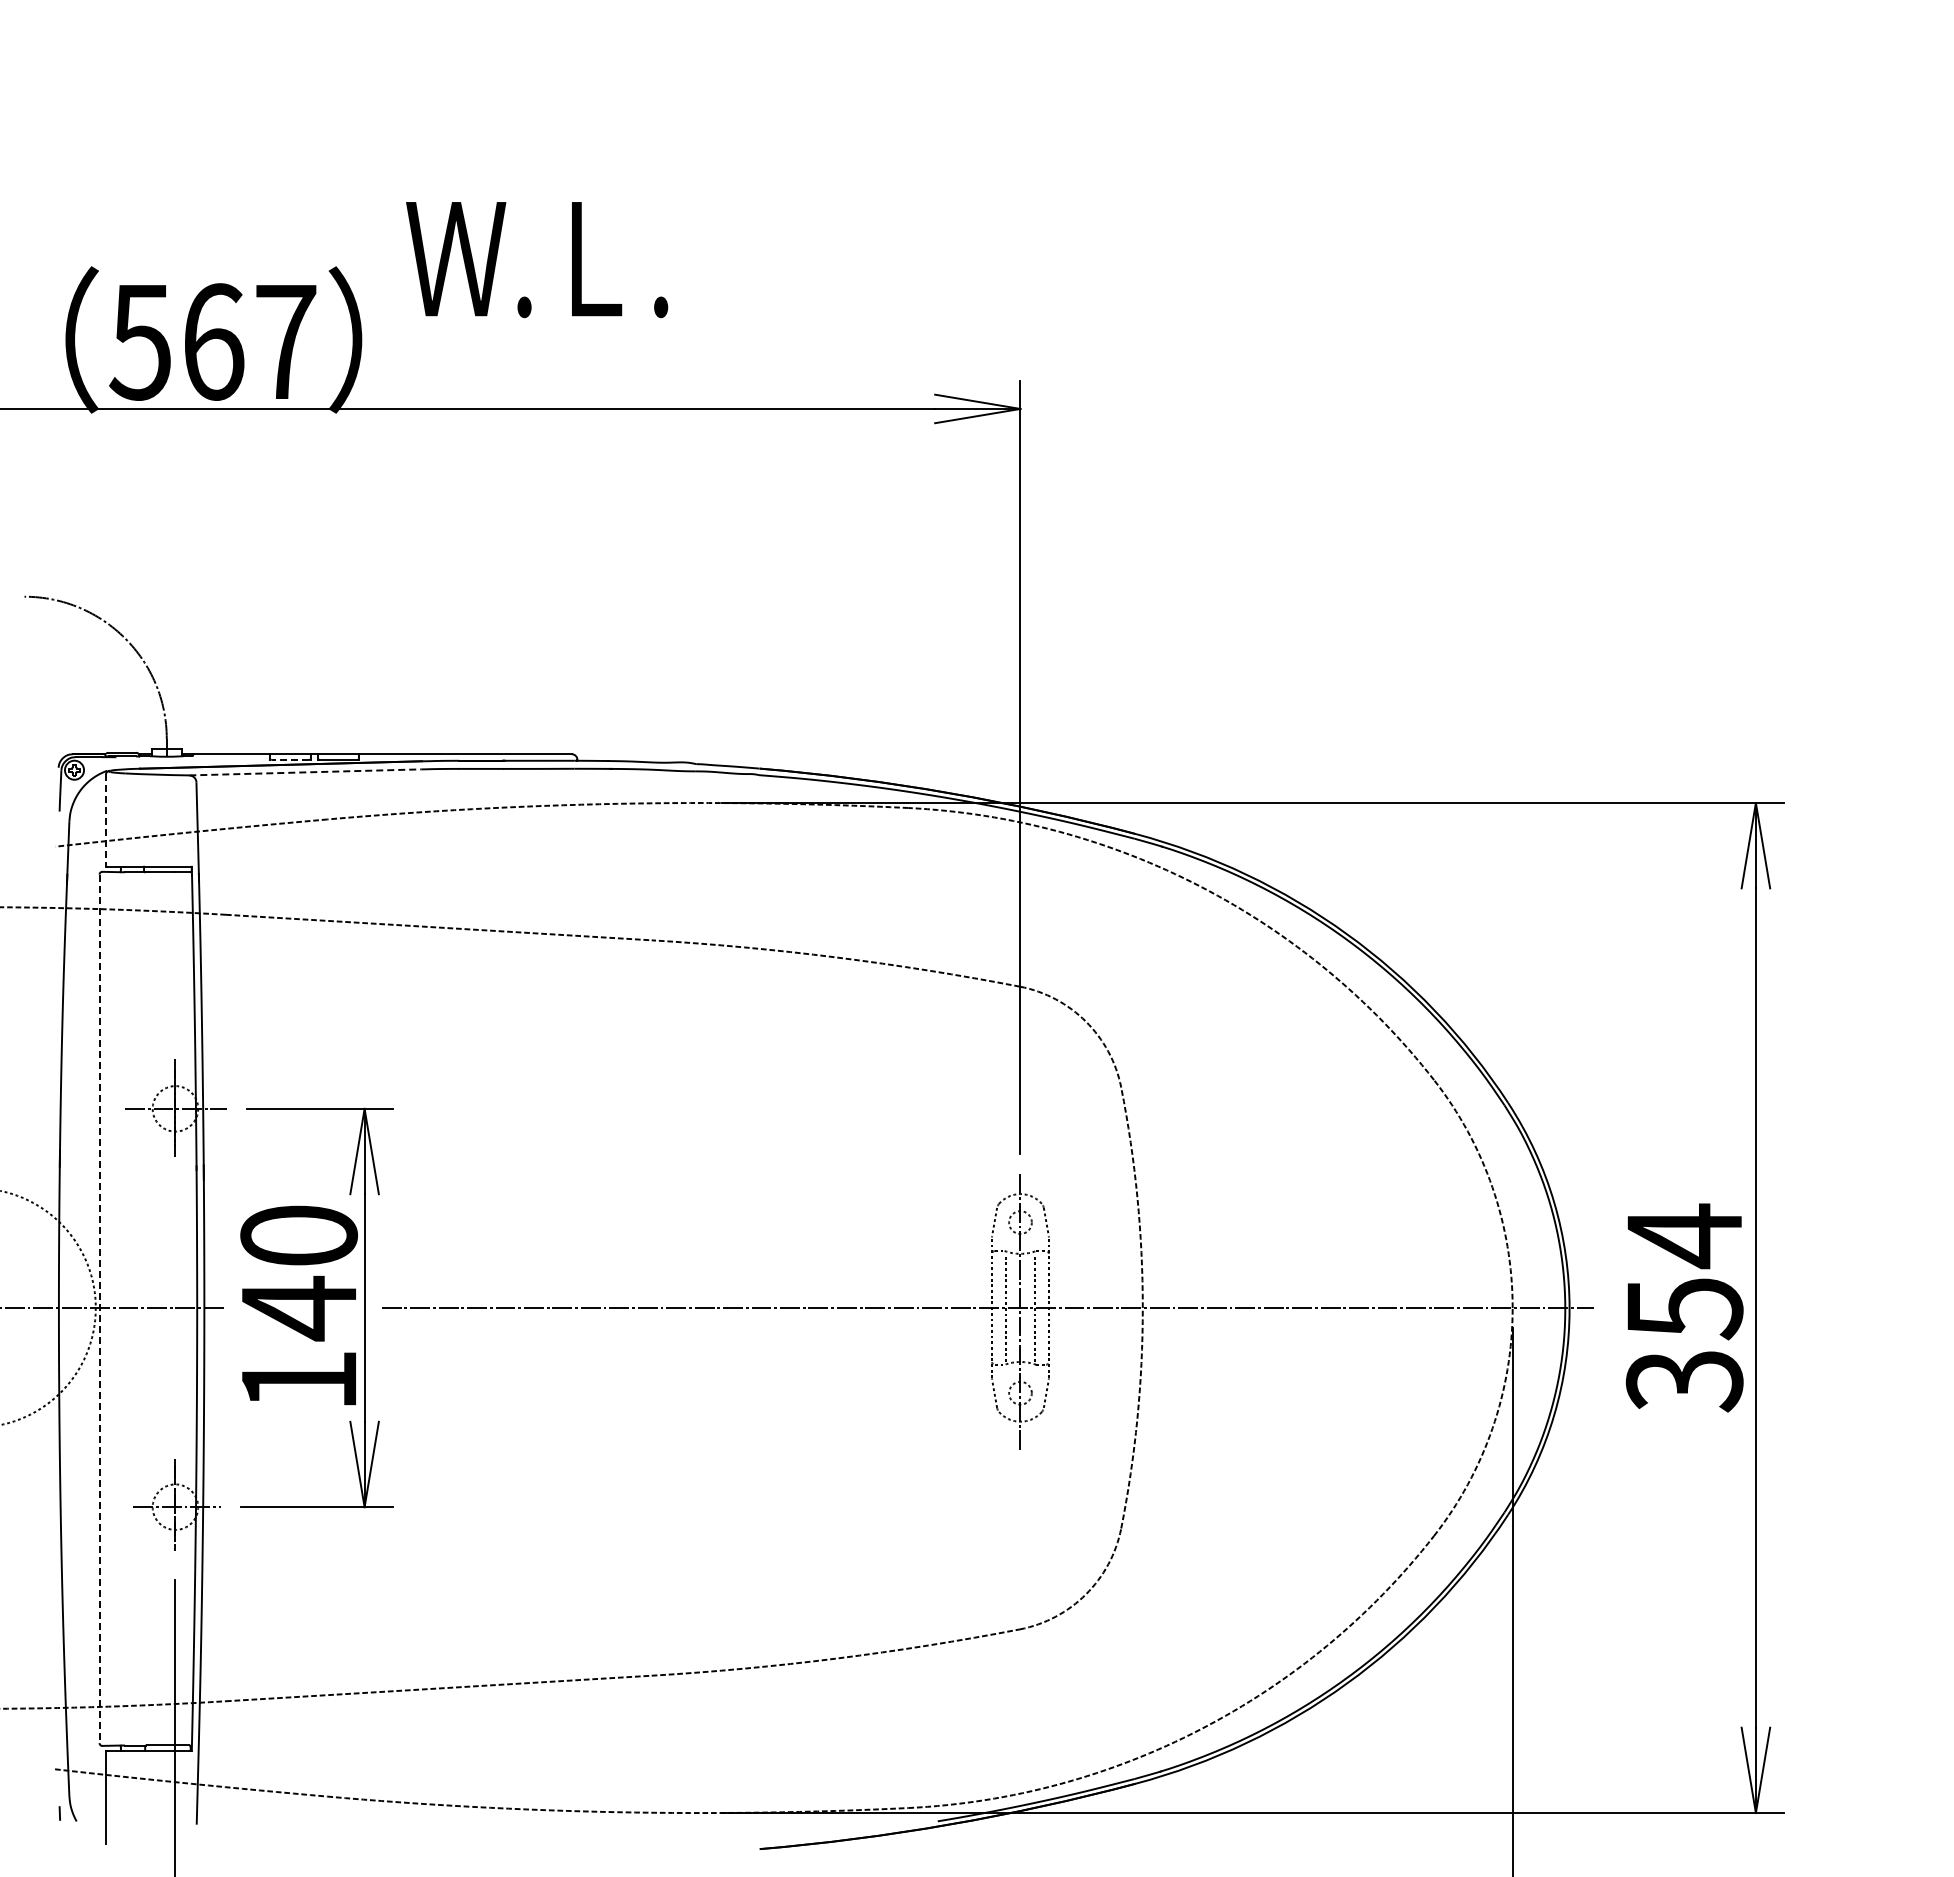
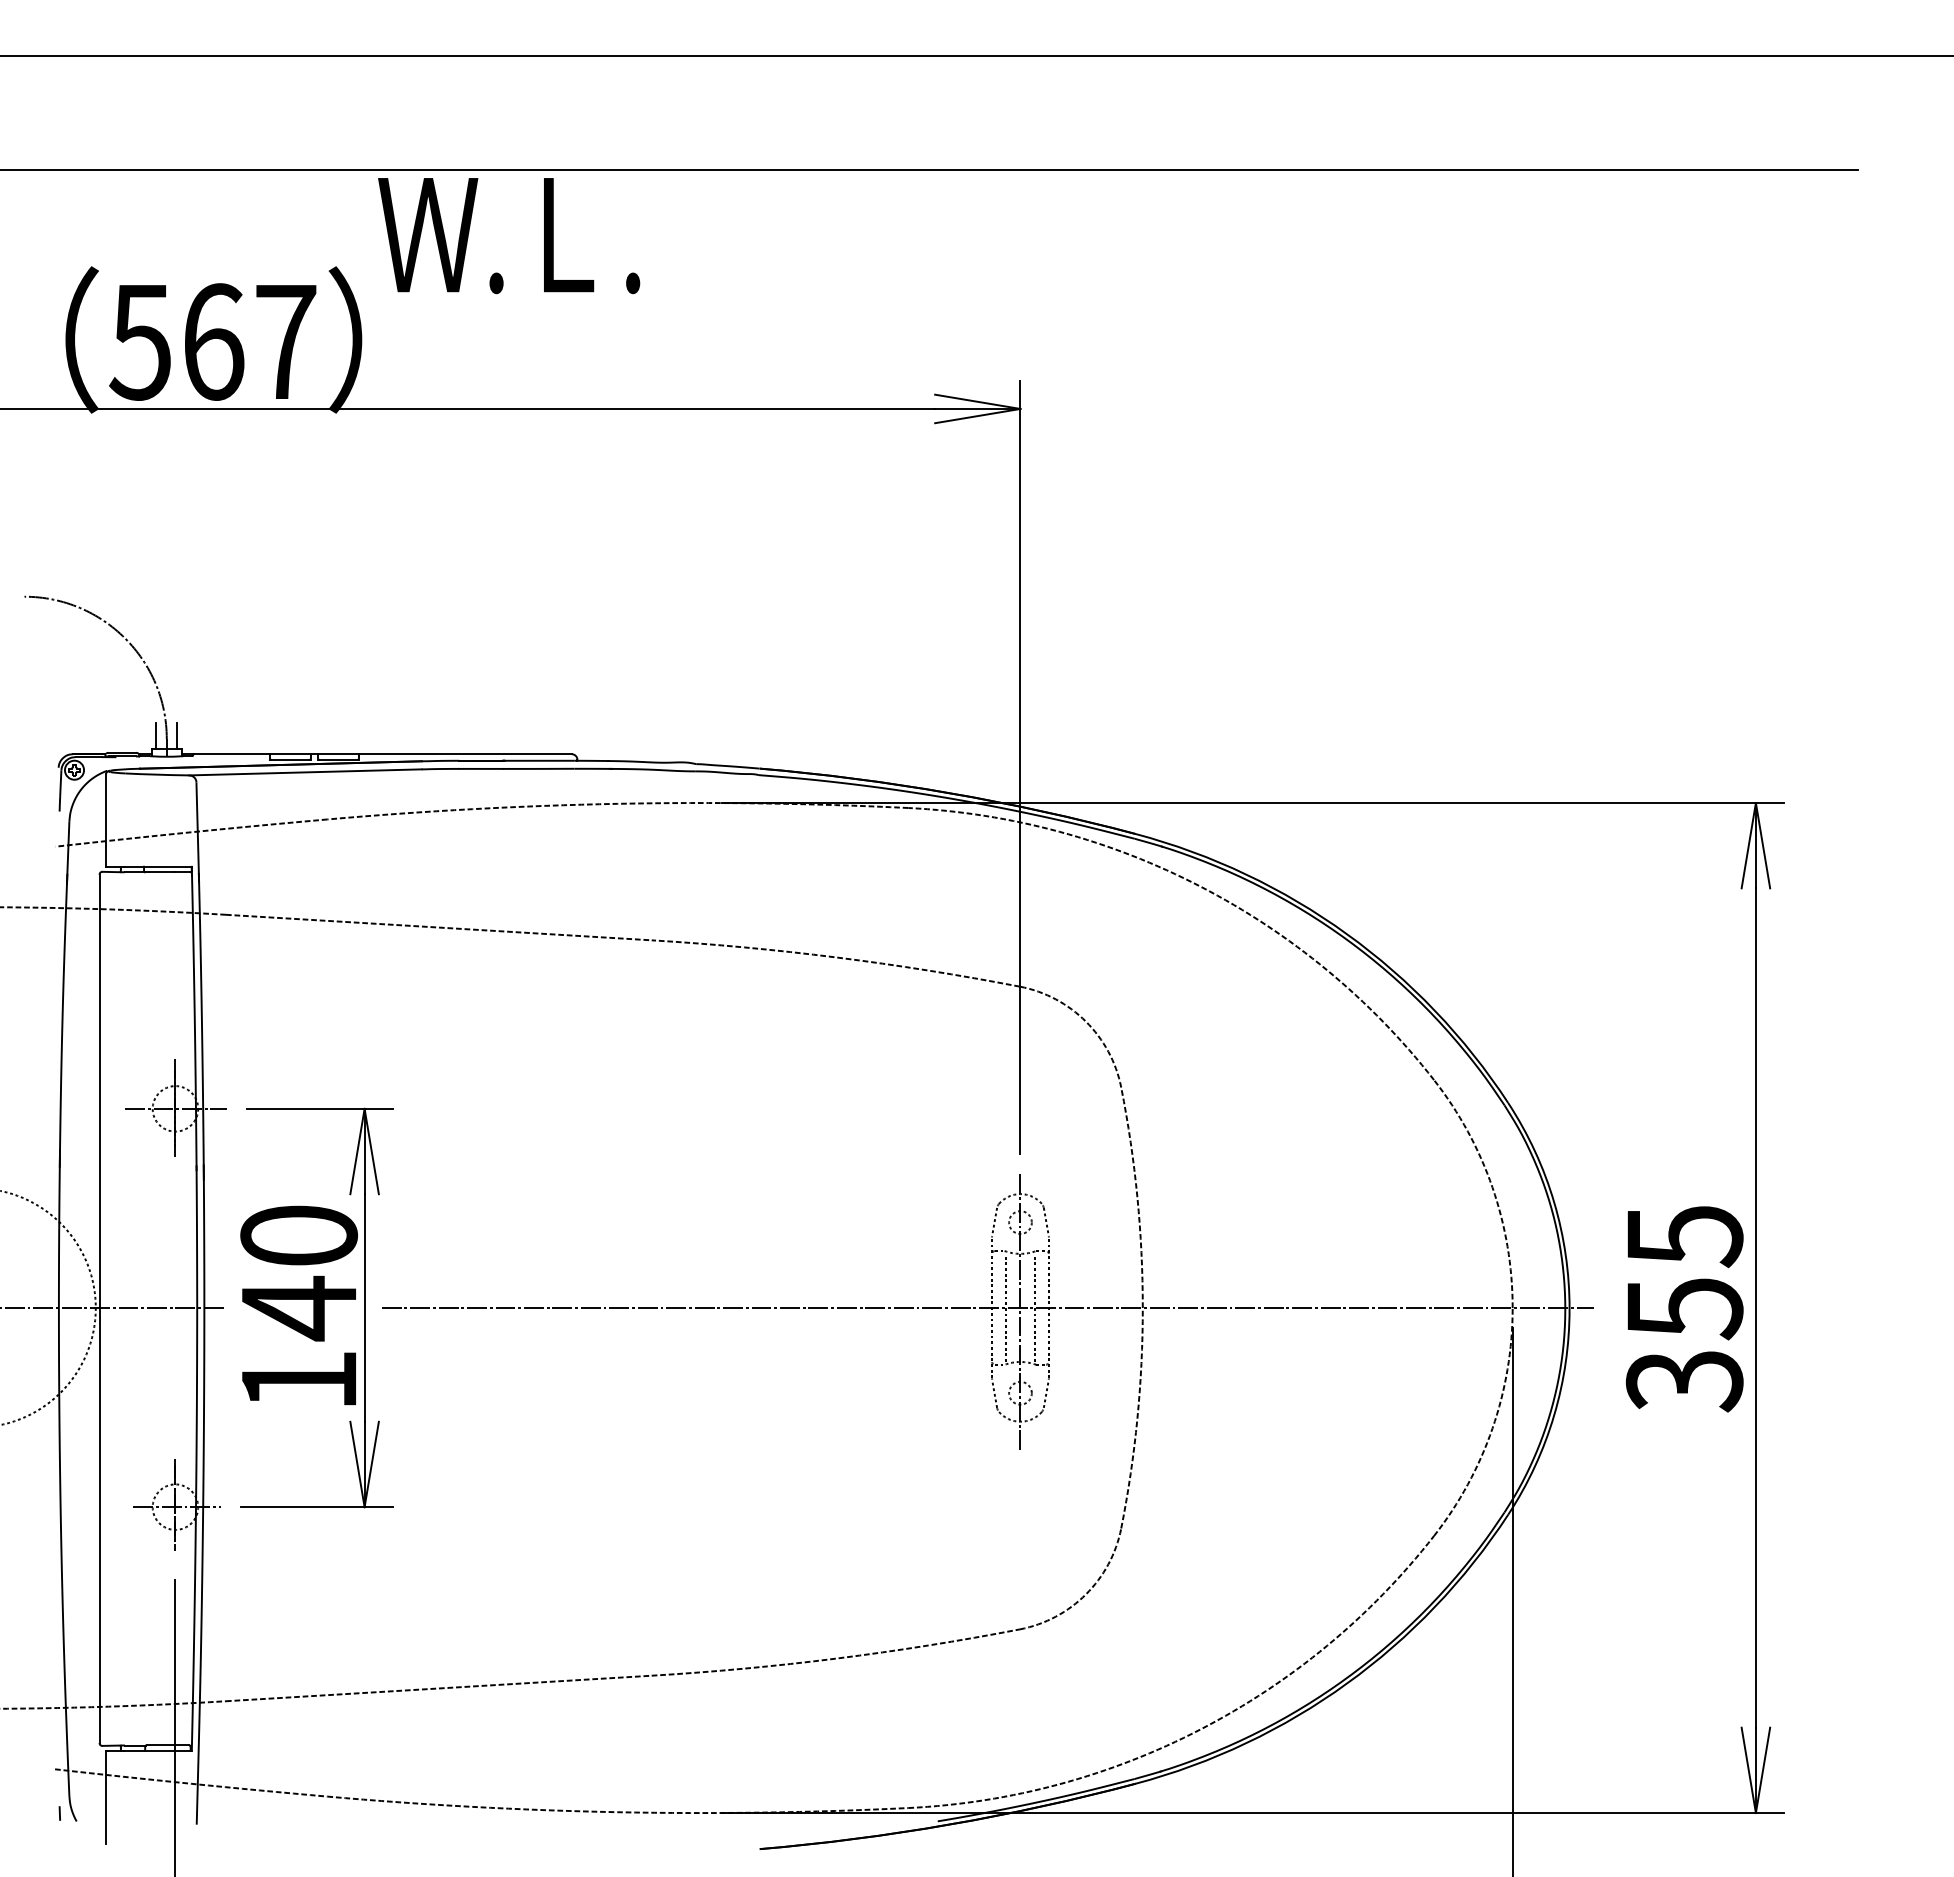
line at (976, 56): none -> present
line at (930, 169): none -> present
text at (537, 260) position: (537, 260) -> (509, 236)
line at (156, 735): none -> present
line at (177, 735): none -> present
line at (289, 759): dashed -> solid
line at (305, 772): dashed -> solid
line at (106, 820): dashed -> solid
text at (1685, 1236): 354 -> 355
line at (99, 1309): dashed -> solid
